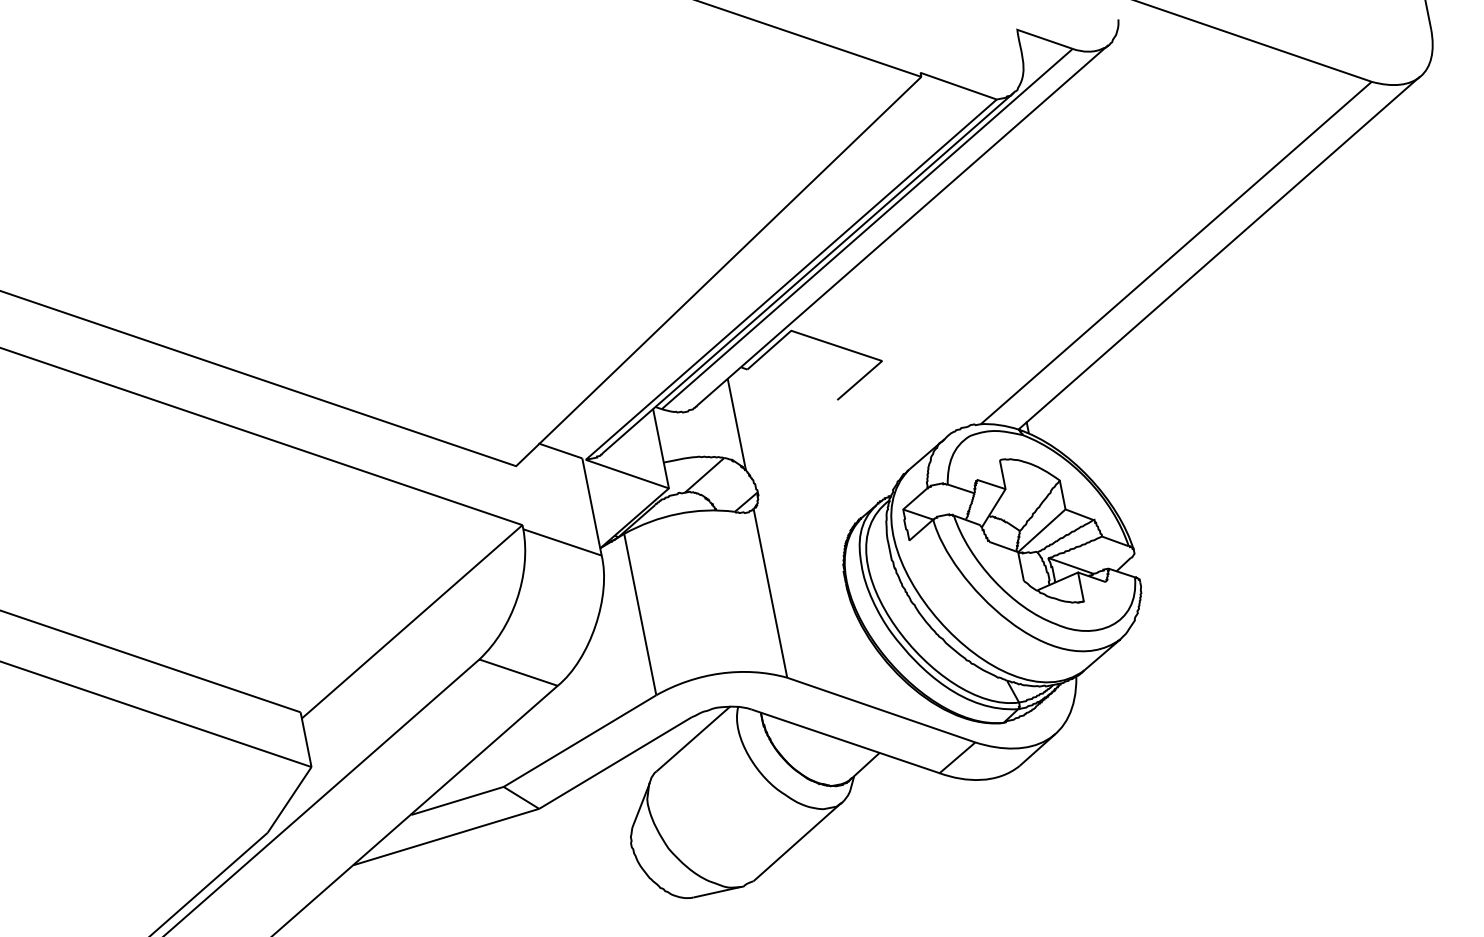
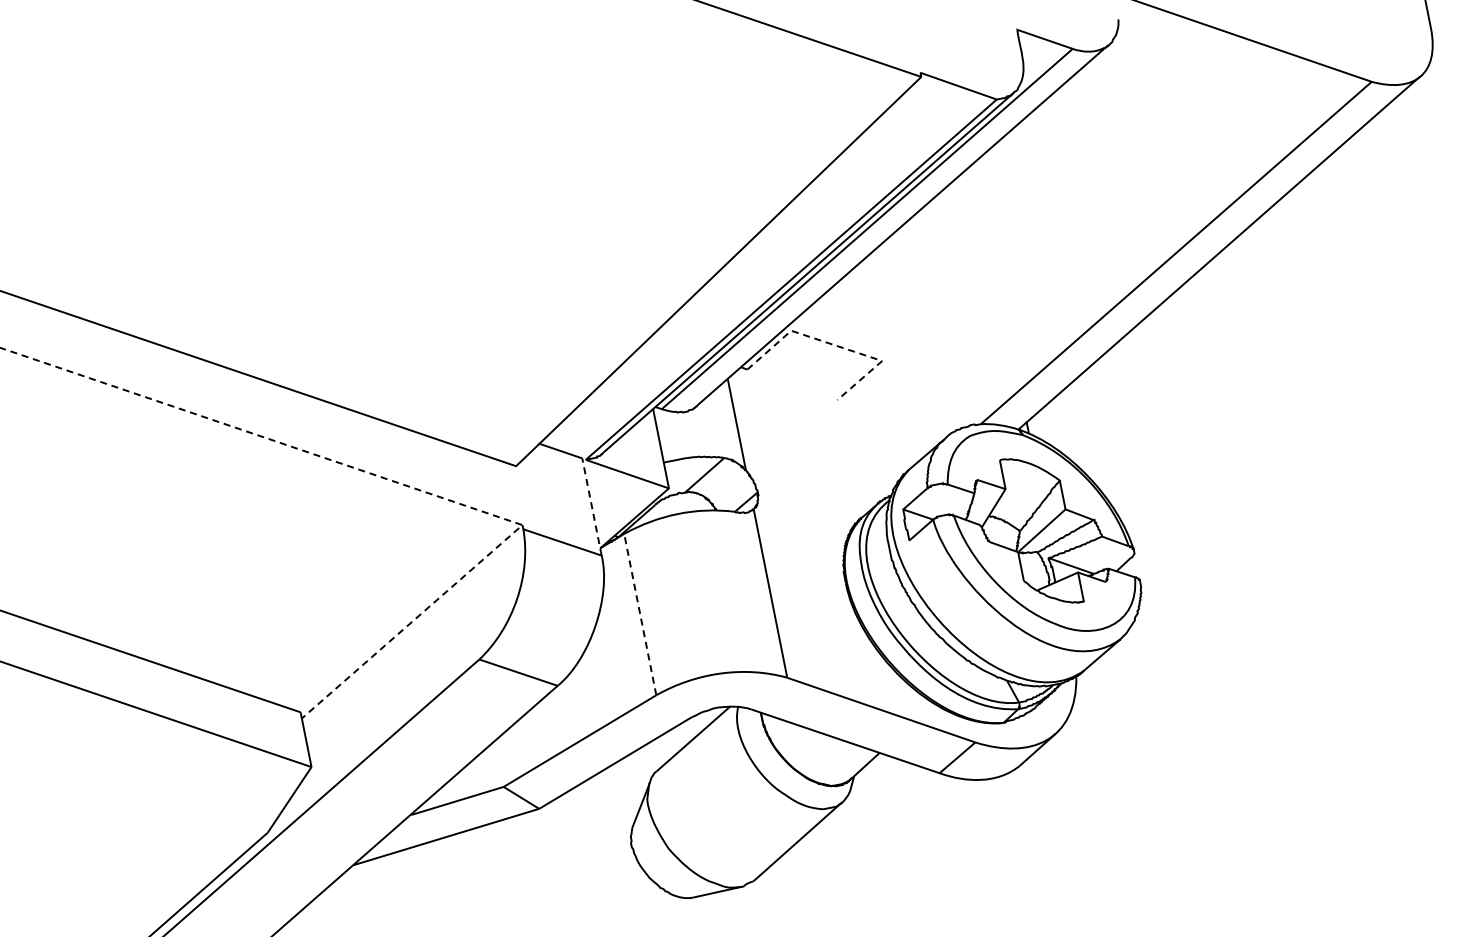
line at (837, 346): solid -> dashed
line at (401, 484): solid -> dashed
line at (591, 506): solid -> dashed
line at (640, 614): solid -> dashed
